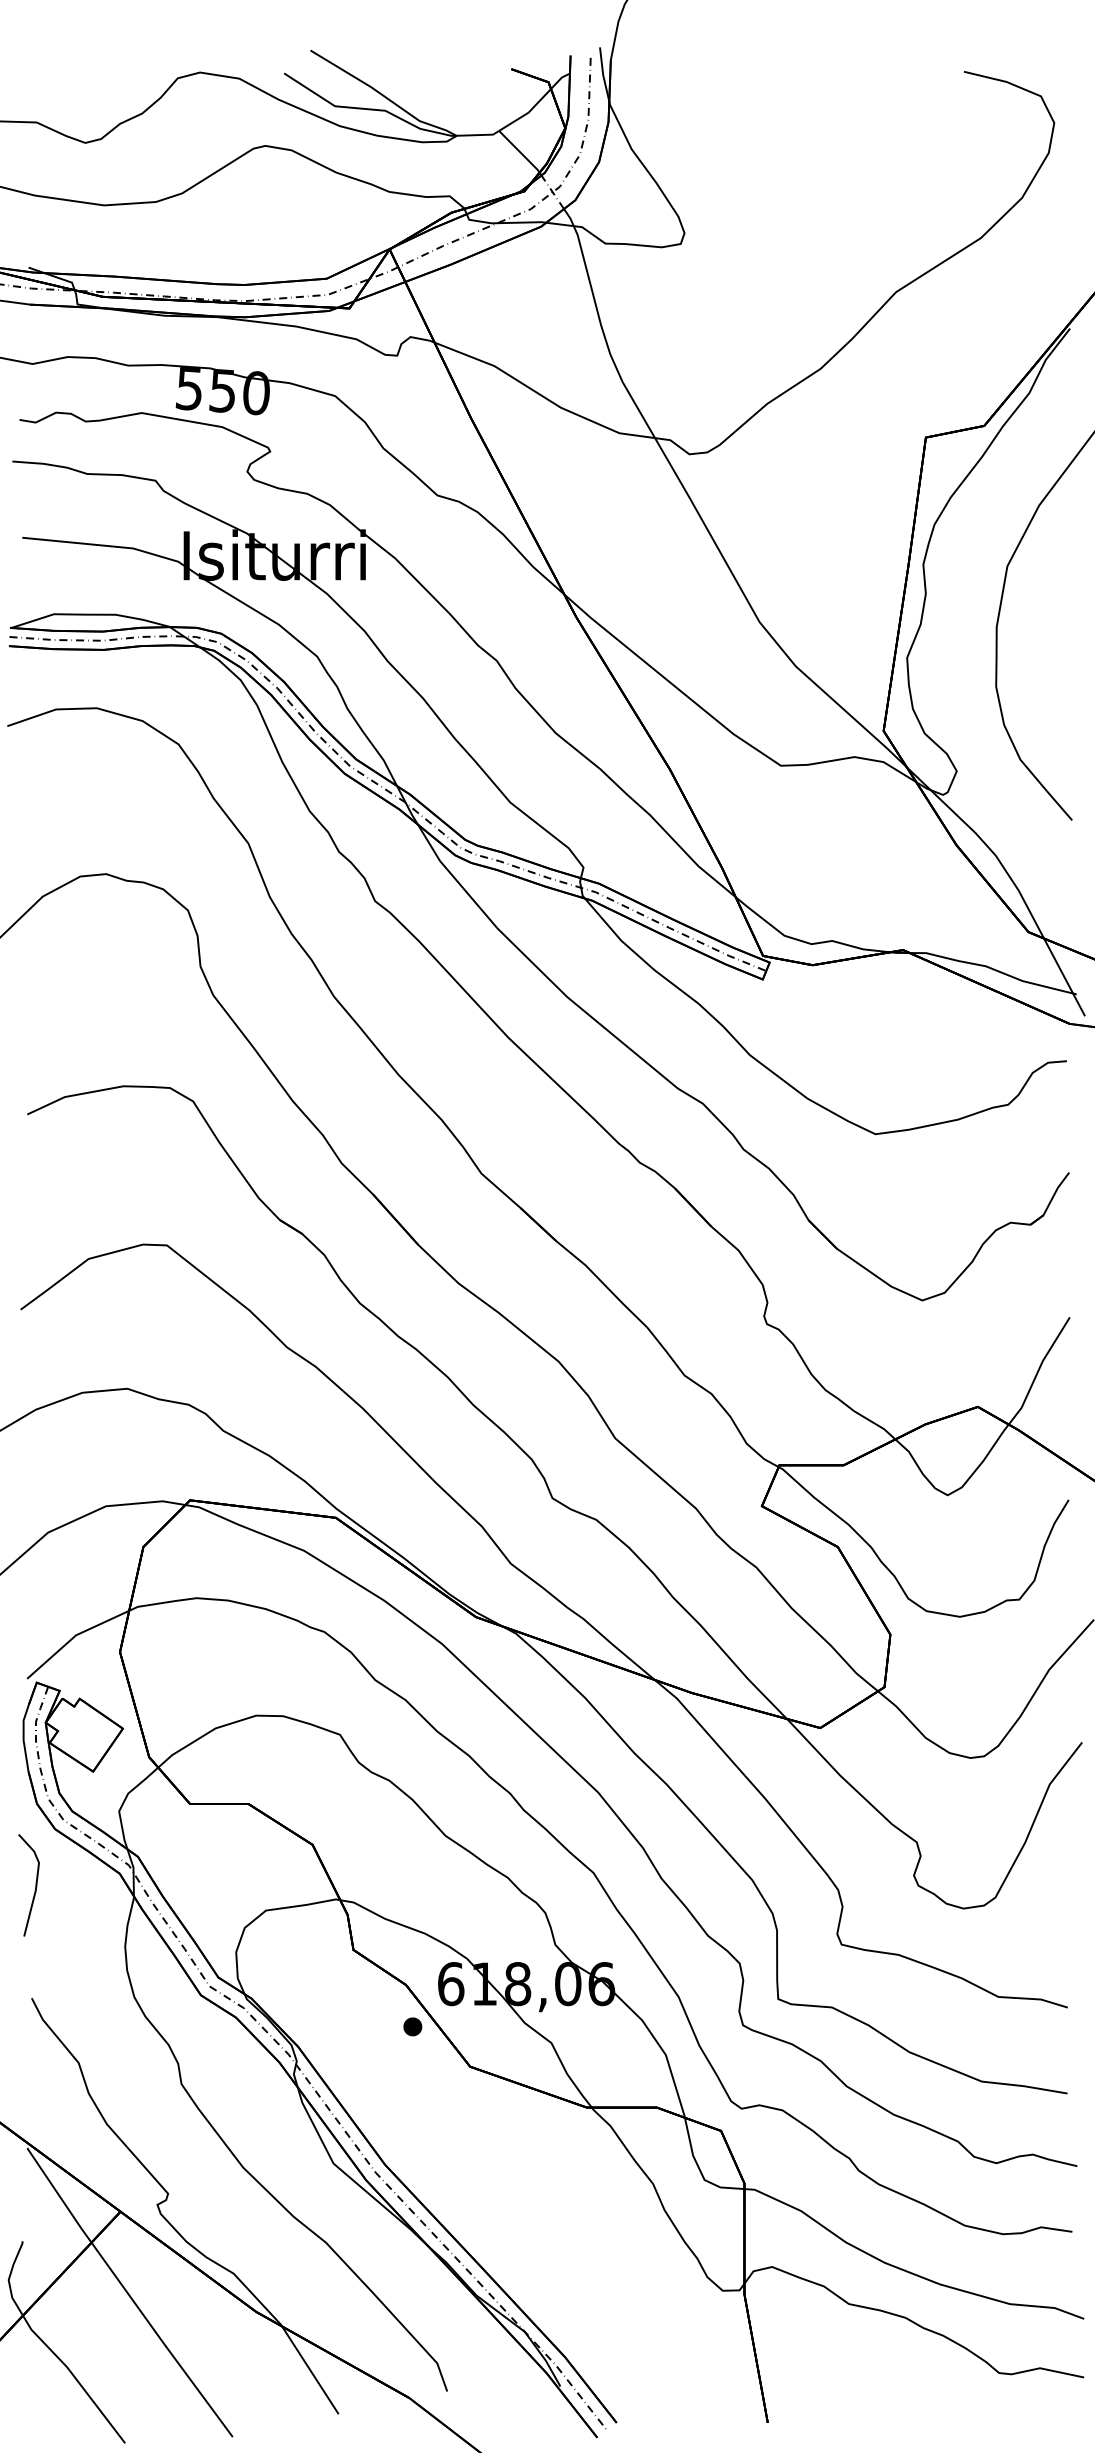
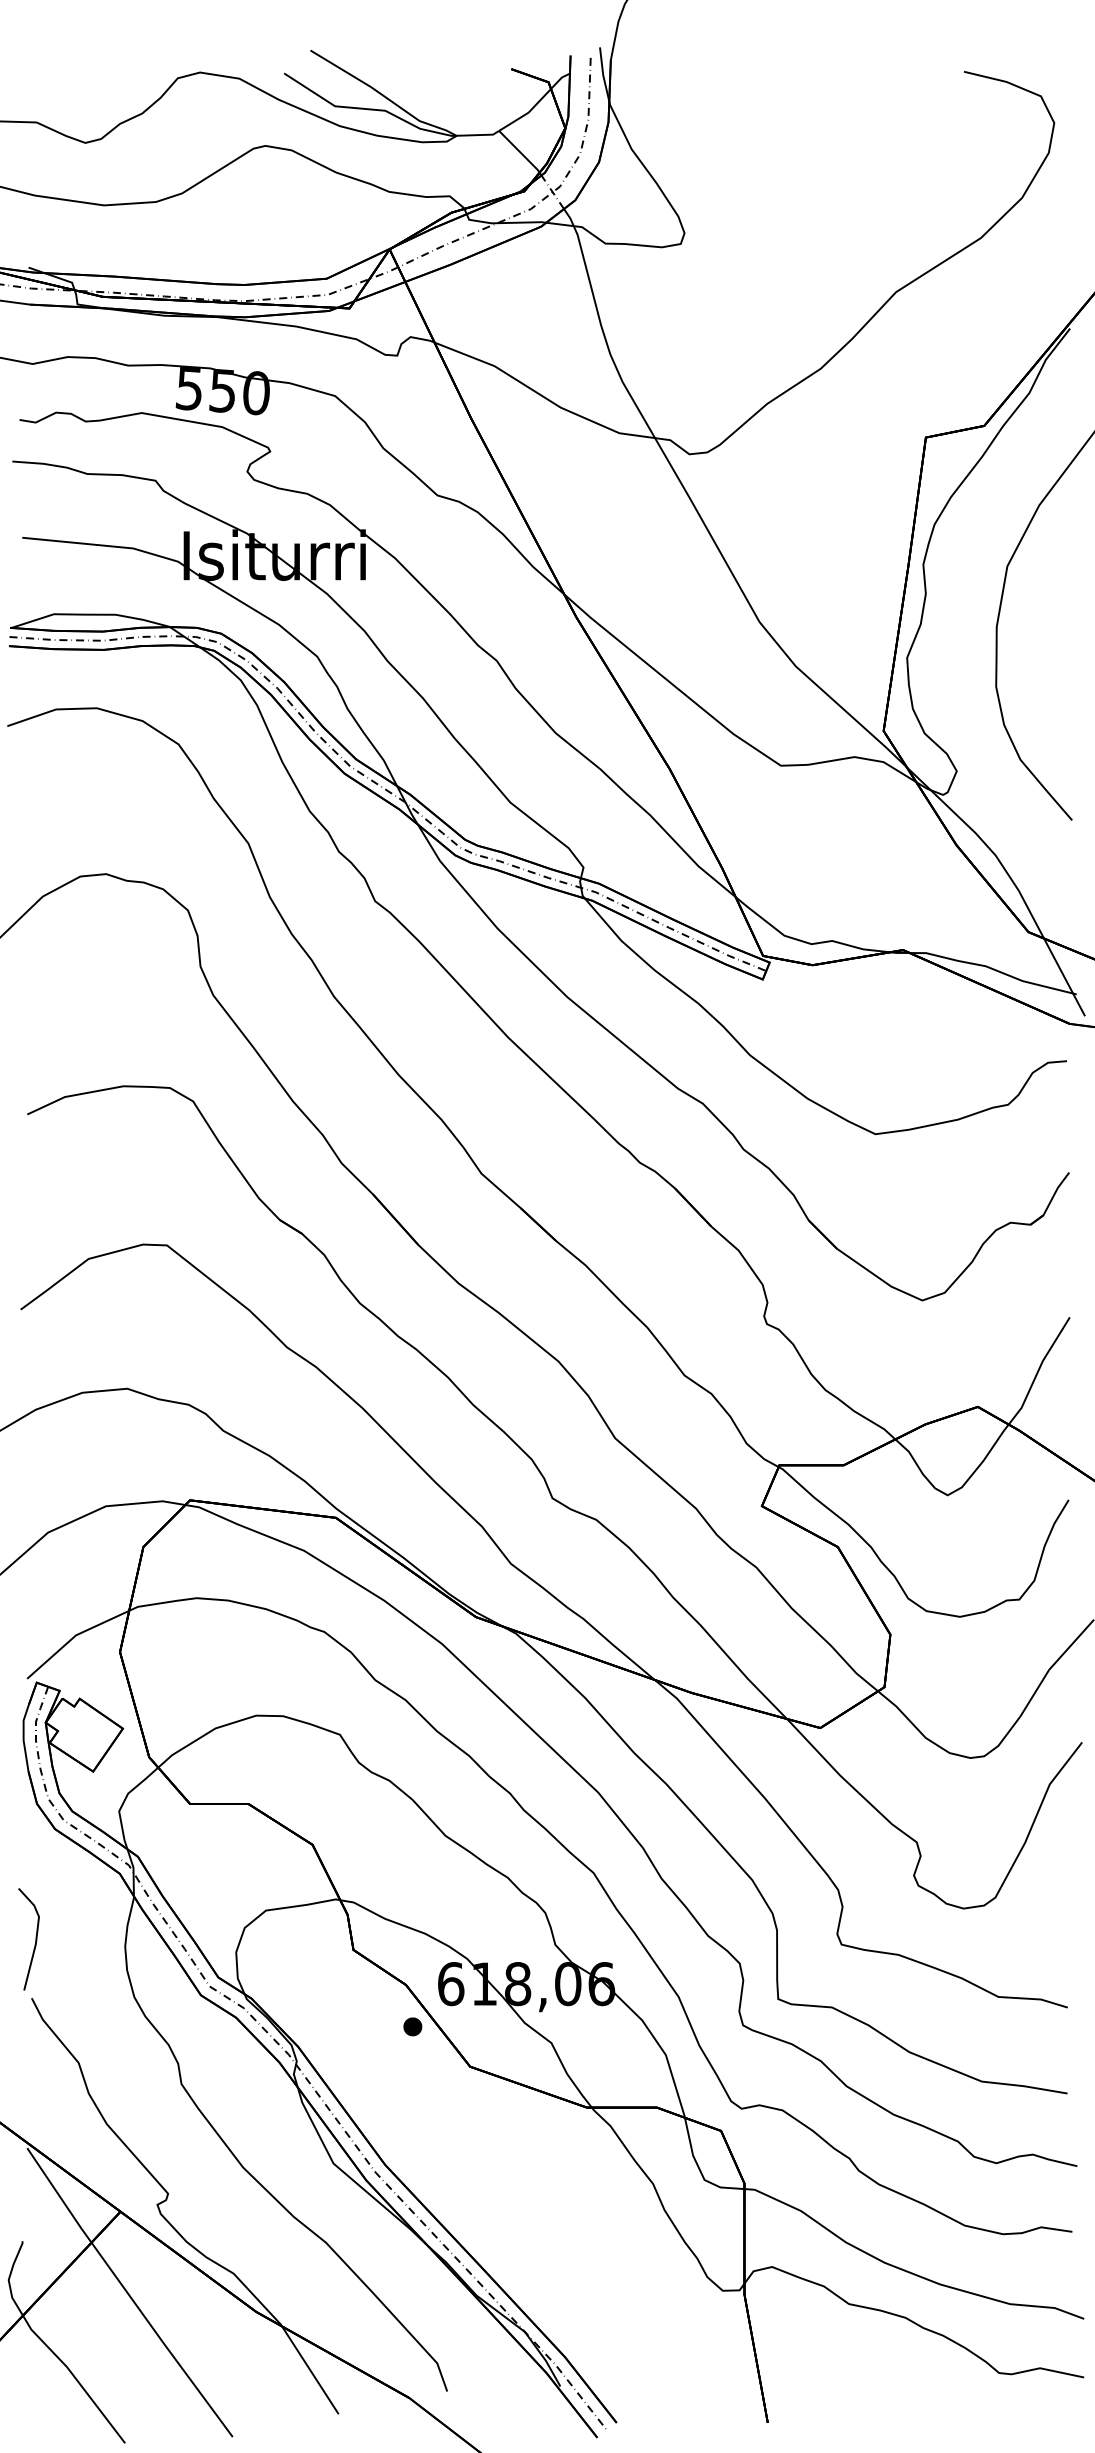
line at (35, 1885) position: (35, 1885) -> (35, 1939)
